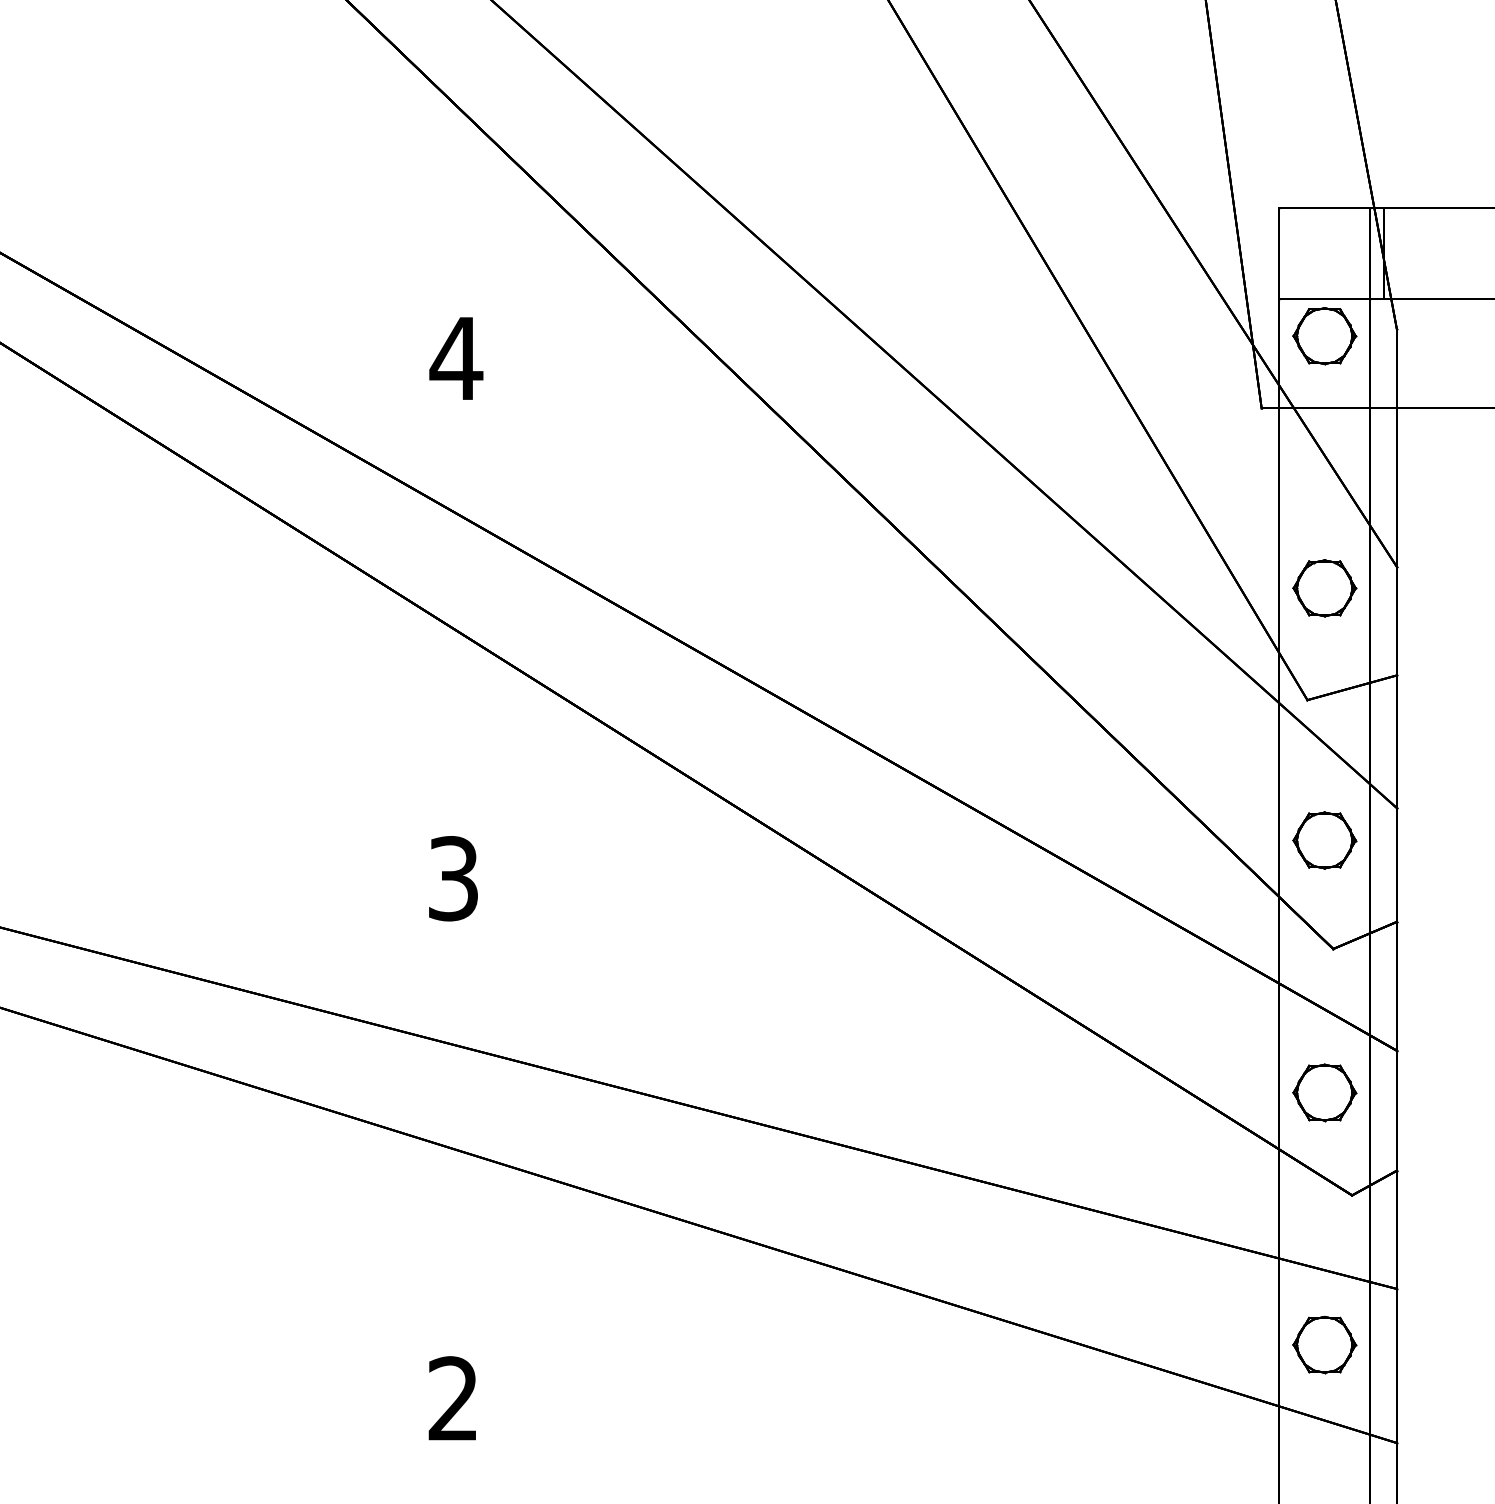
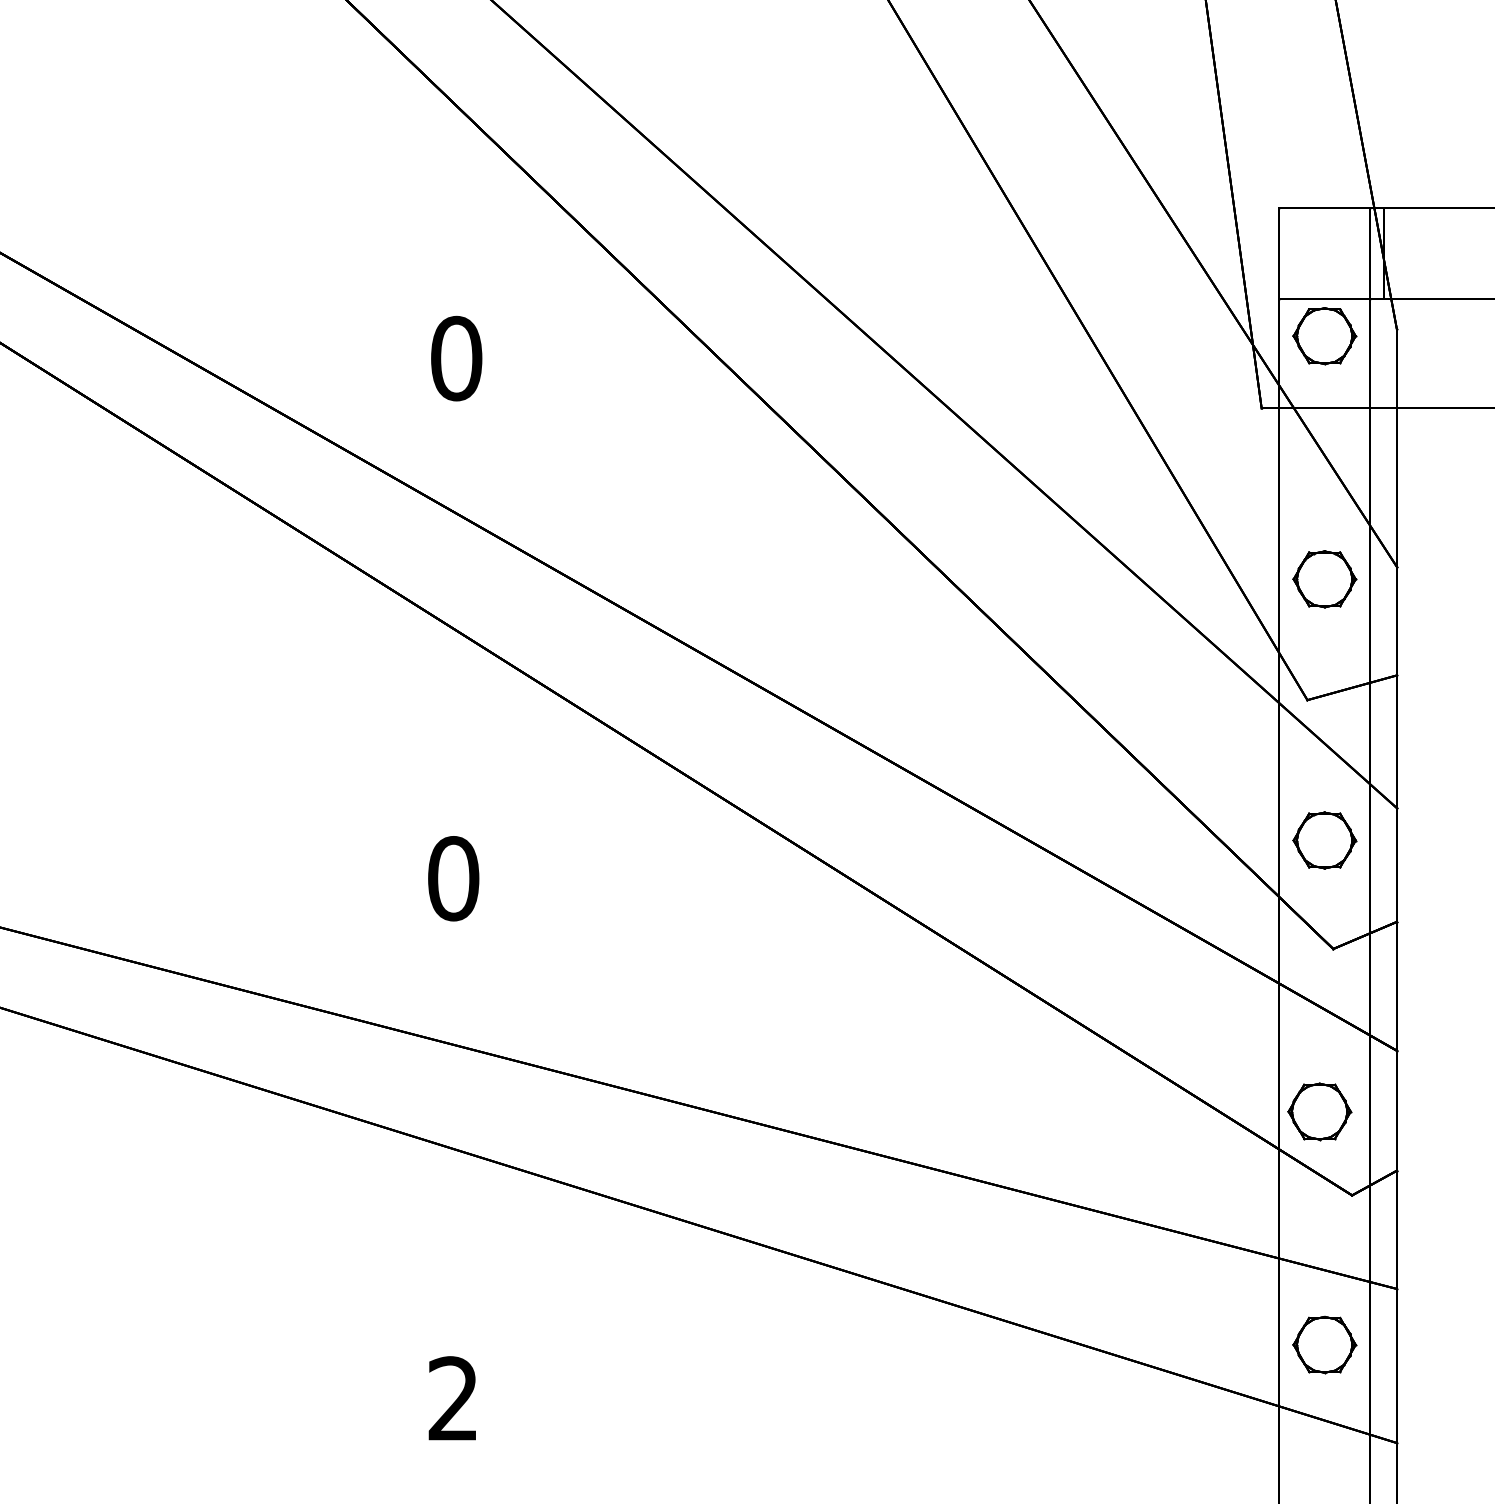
text at (456, 358): 4 -> 0
part at (1324, 588) position: (1324, 588) -> (1324, 579)
text at (453, 878): 3 -> 0
part at (1324, 1092) position: (1324, 1092) -> (1319, 1111)
